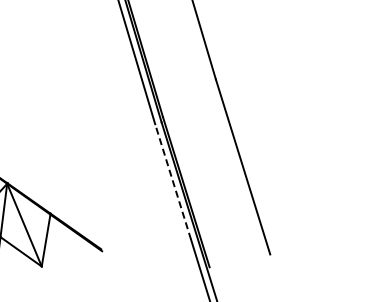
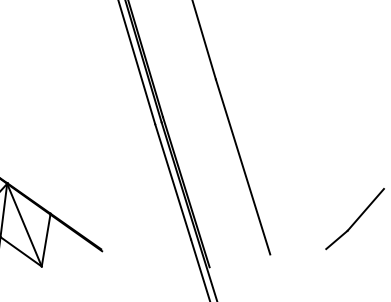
line at (172, 181): dashed -> solid
part at (354, 219): none -> present
